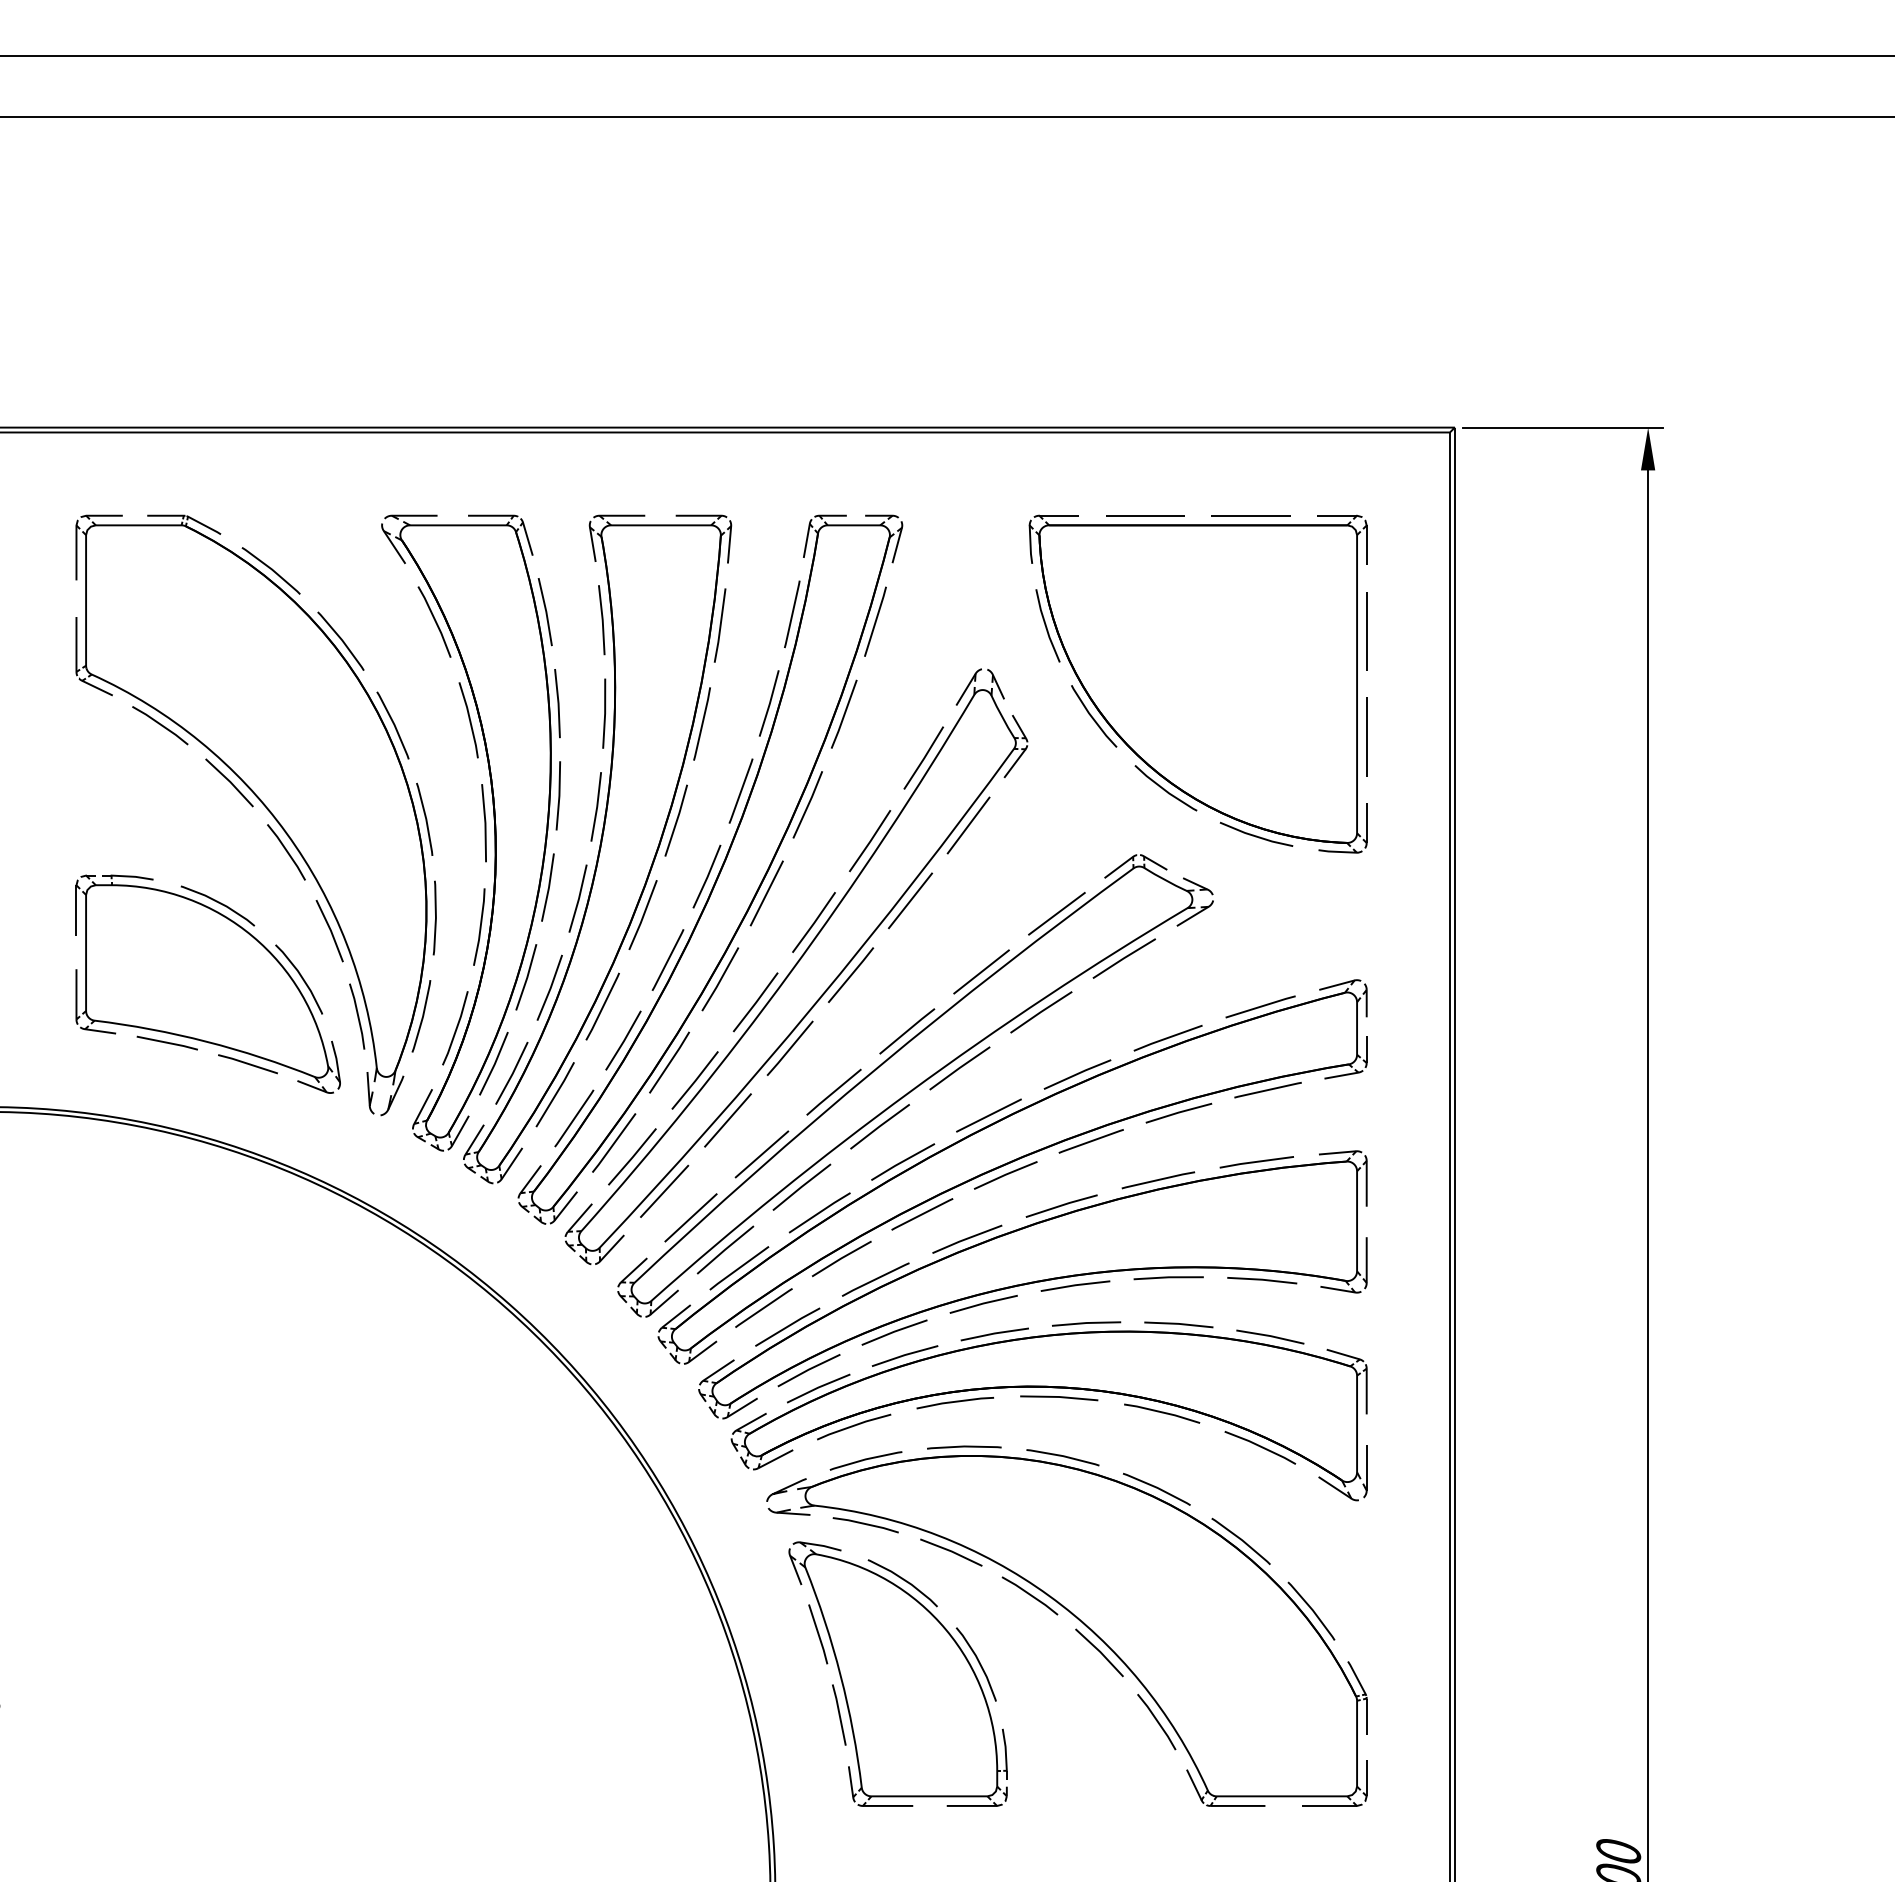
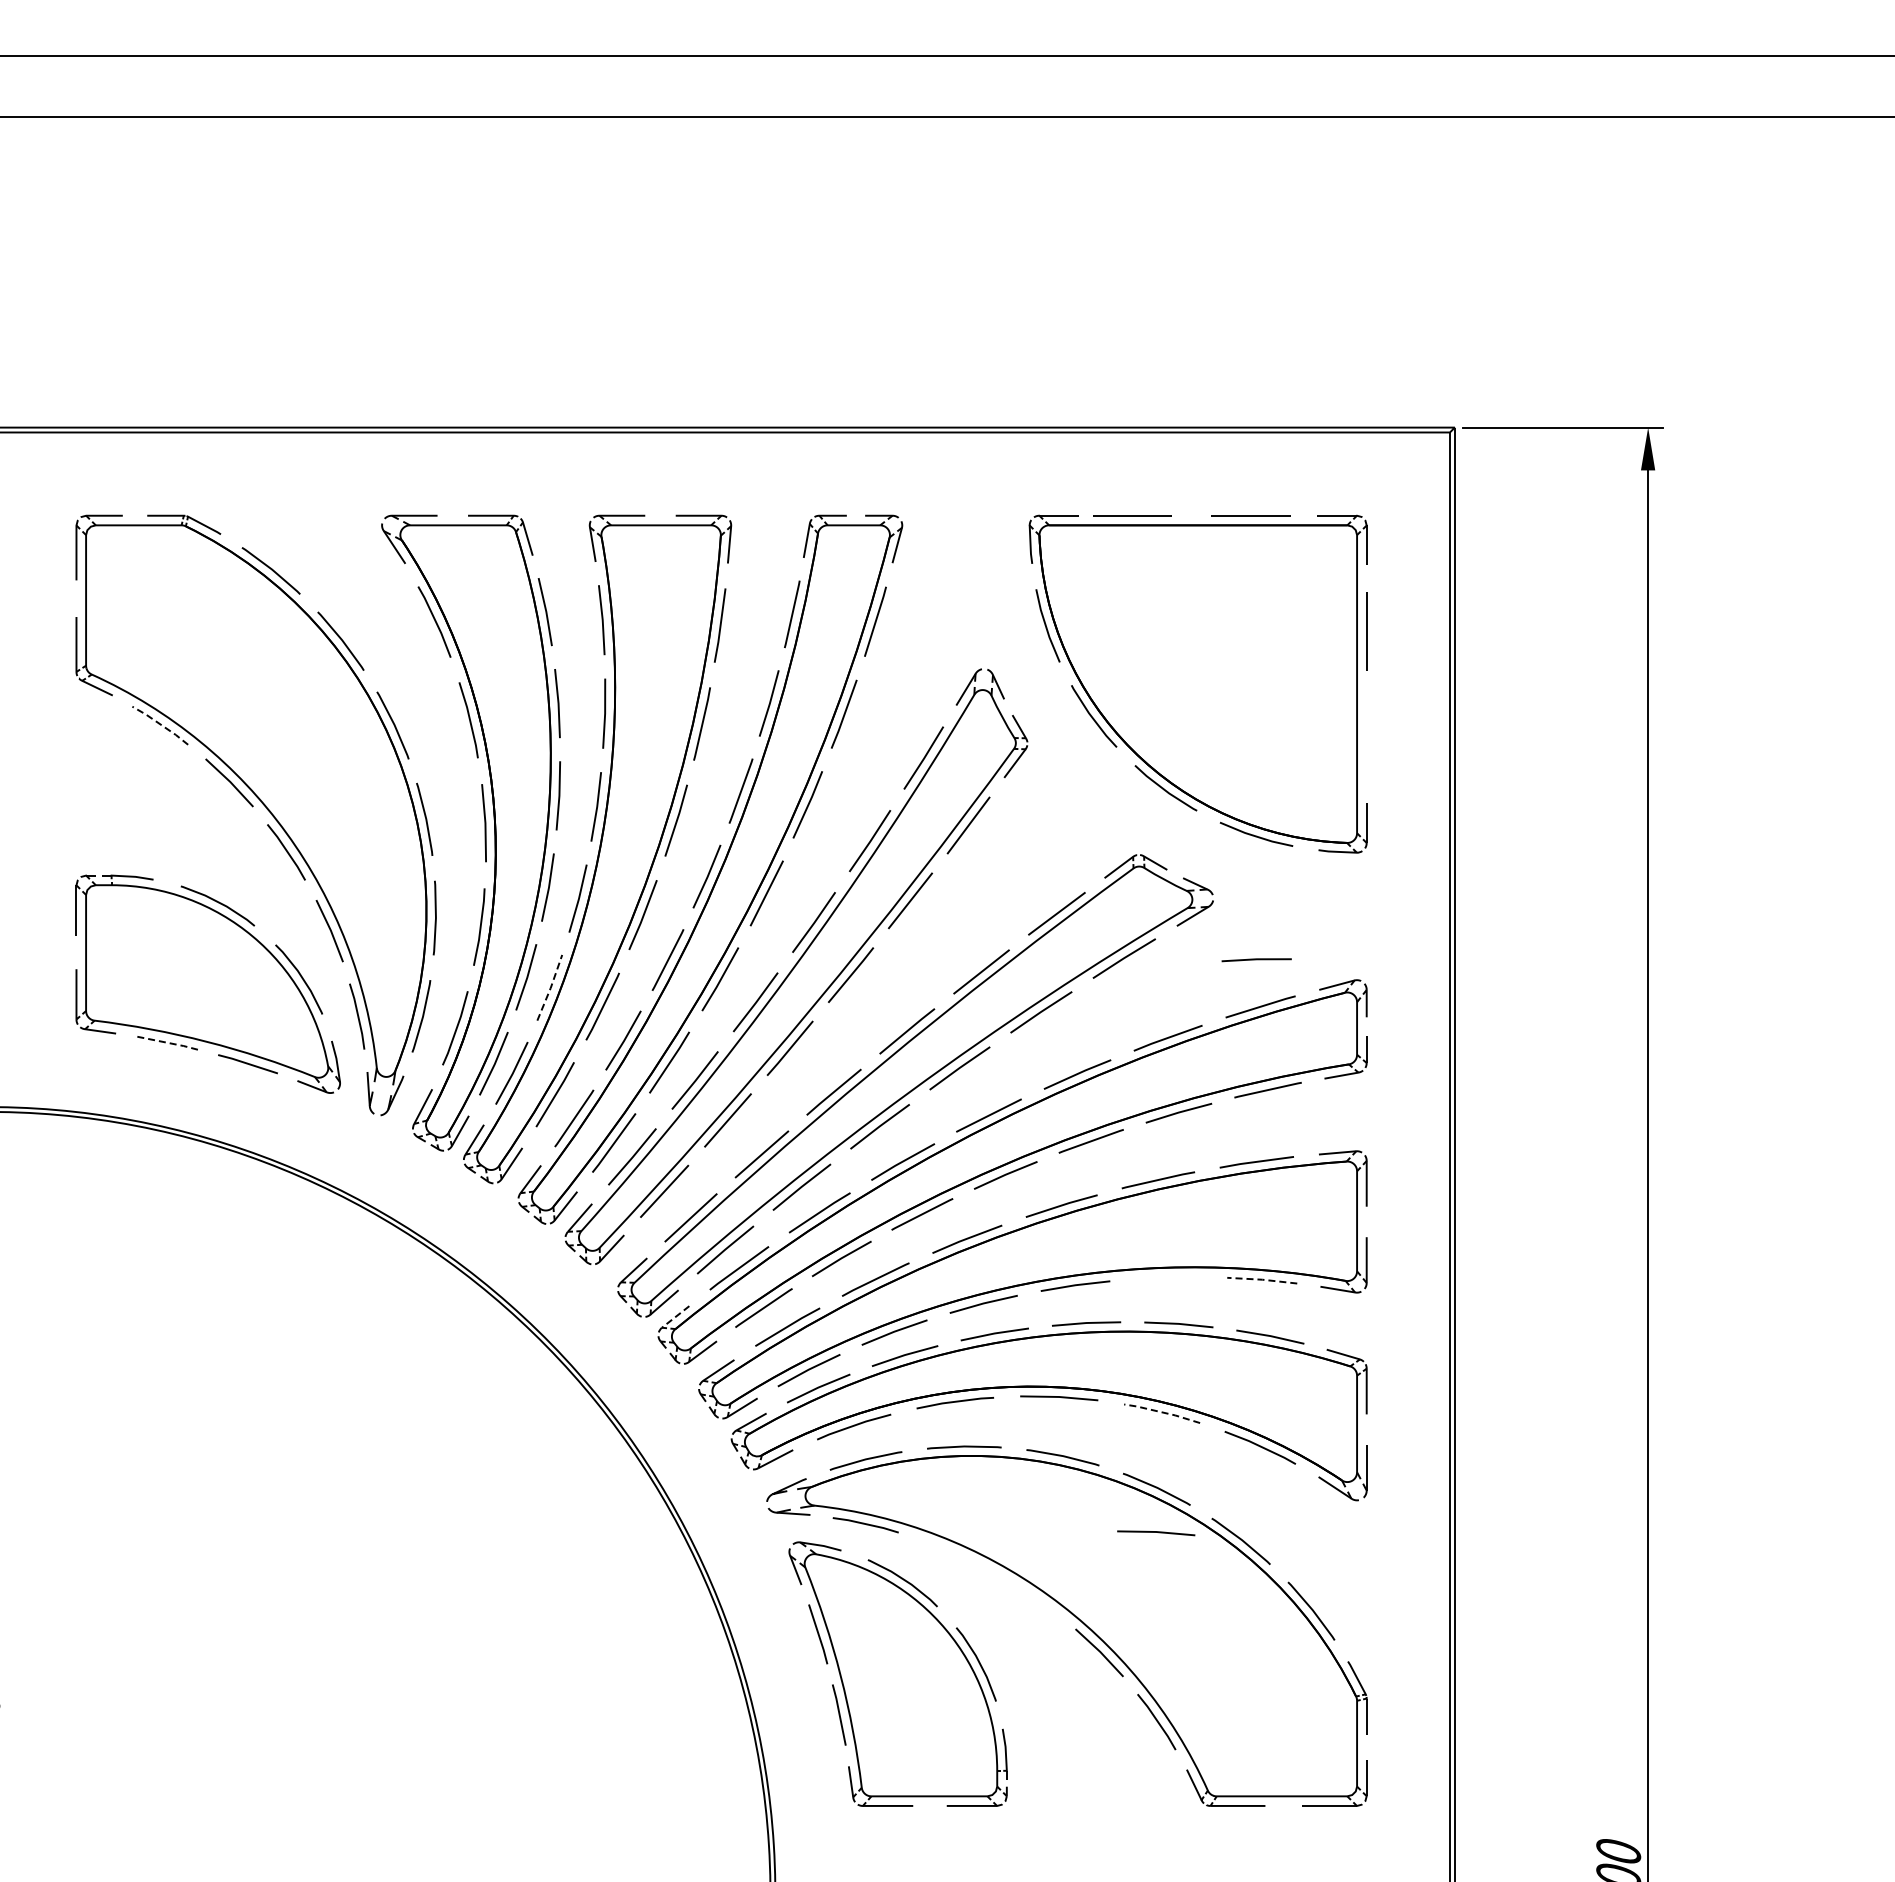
line at (1145, 515) position: (1145, 515) -> (1132, 515)
line at (160, 724): solid -> dashed
line at (1366, 736): present -> none
line at (550, 988): solid -> dashed
line at (168, 1042): solid -> dashed
line at (1168, 1278) position: (1168, 1278) -> (1256, 960)
line at (1262, 1279): solid -> dashed
line at (673, 1318): solid -> dashed
line at (1161, 1412): solid -> dashed
line at (1156, 1532): none -> present
line at (951, 1552): present -> none
line at (1029, 1595): present -> none
